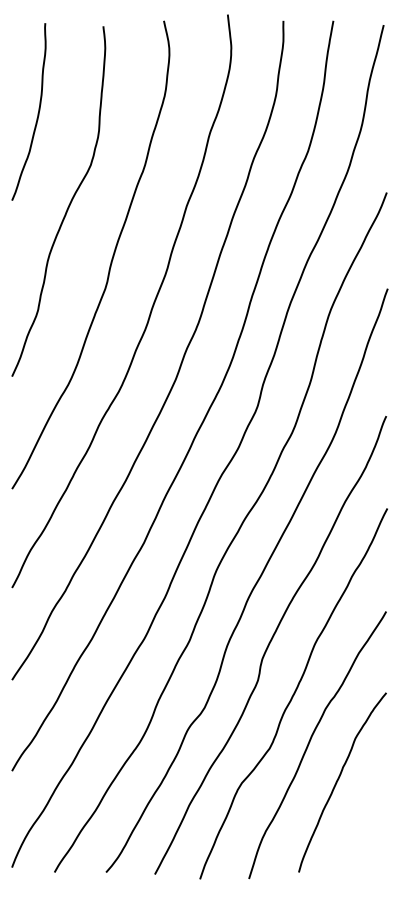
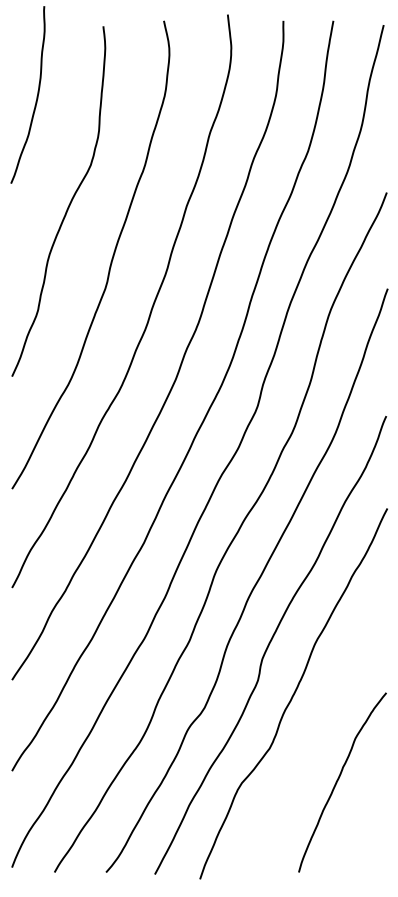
curve at (37, 113) position: (37, 113) -> (36, 96)
curve at (310, 742): present -> none
